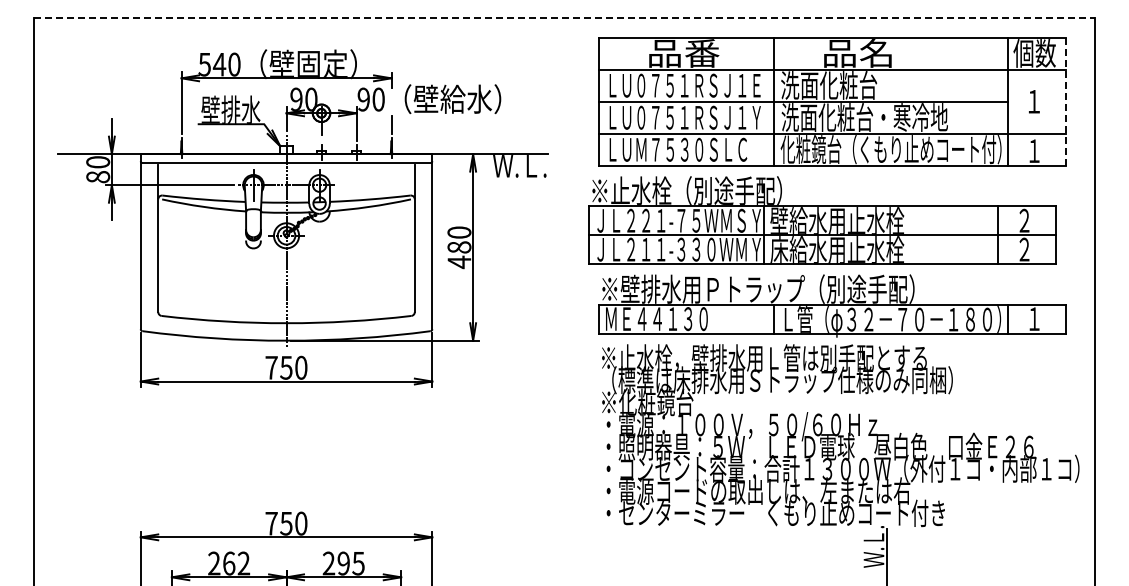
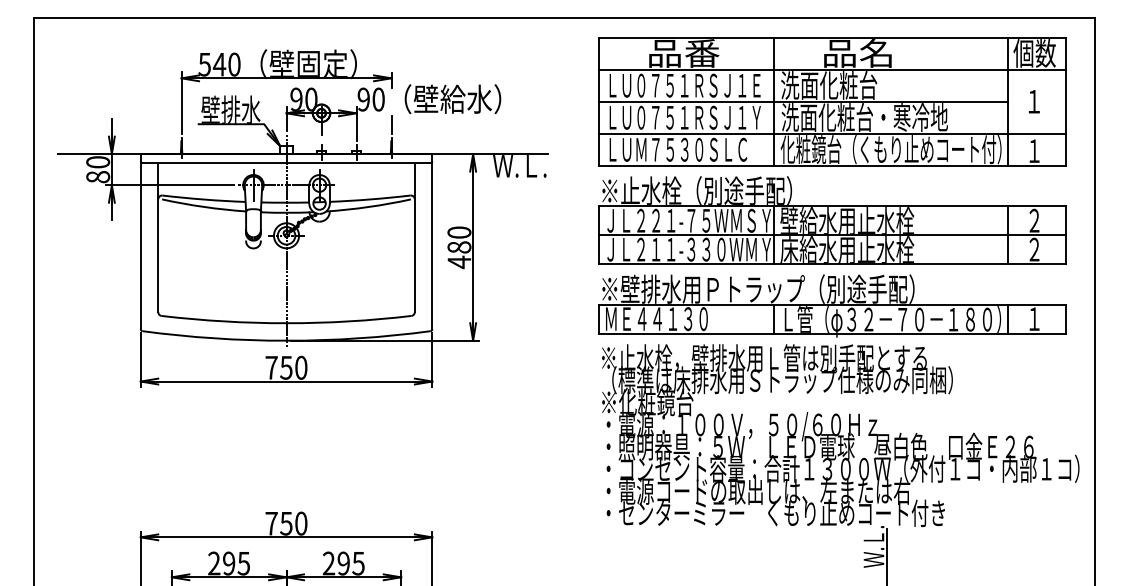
line at (564, 17): dashed -> solid
line at (1065, 101): dashed -> solid
part at (822, 220) position: (822, 220) -> (832, 220)
text at (236, 563): 262 -> 295
